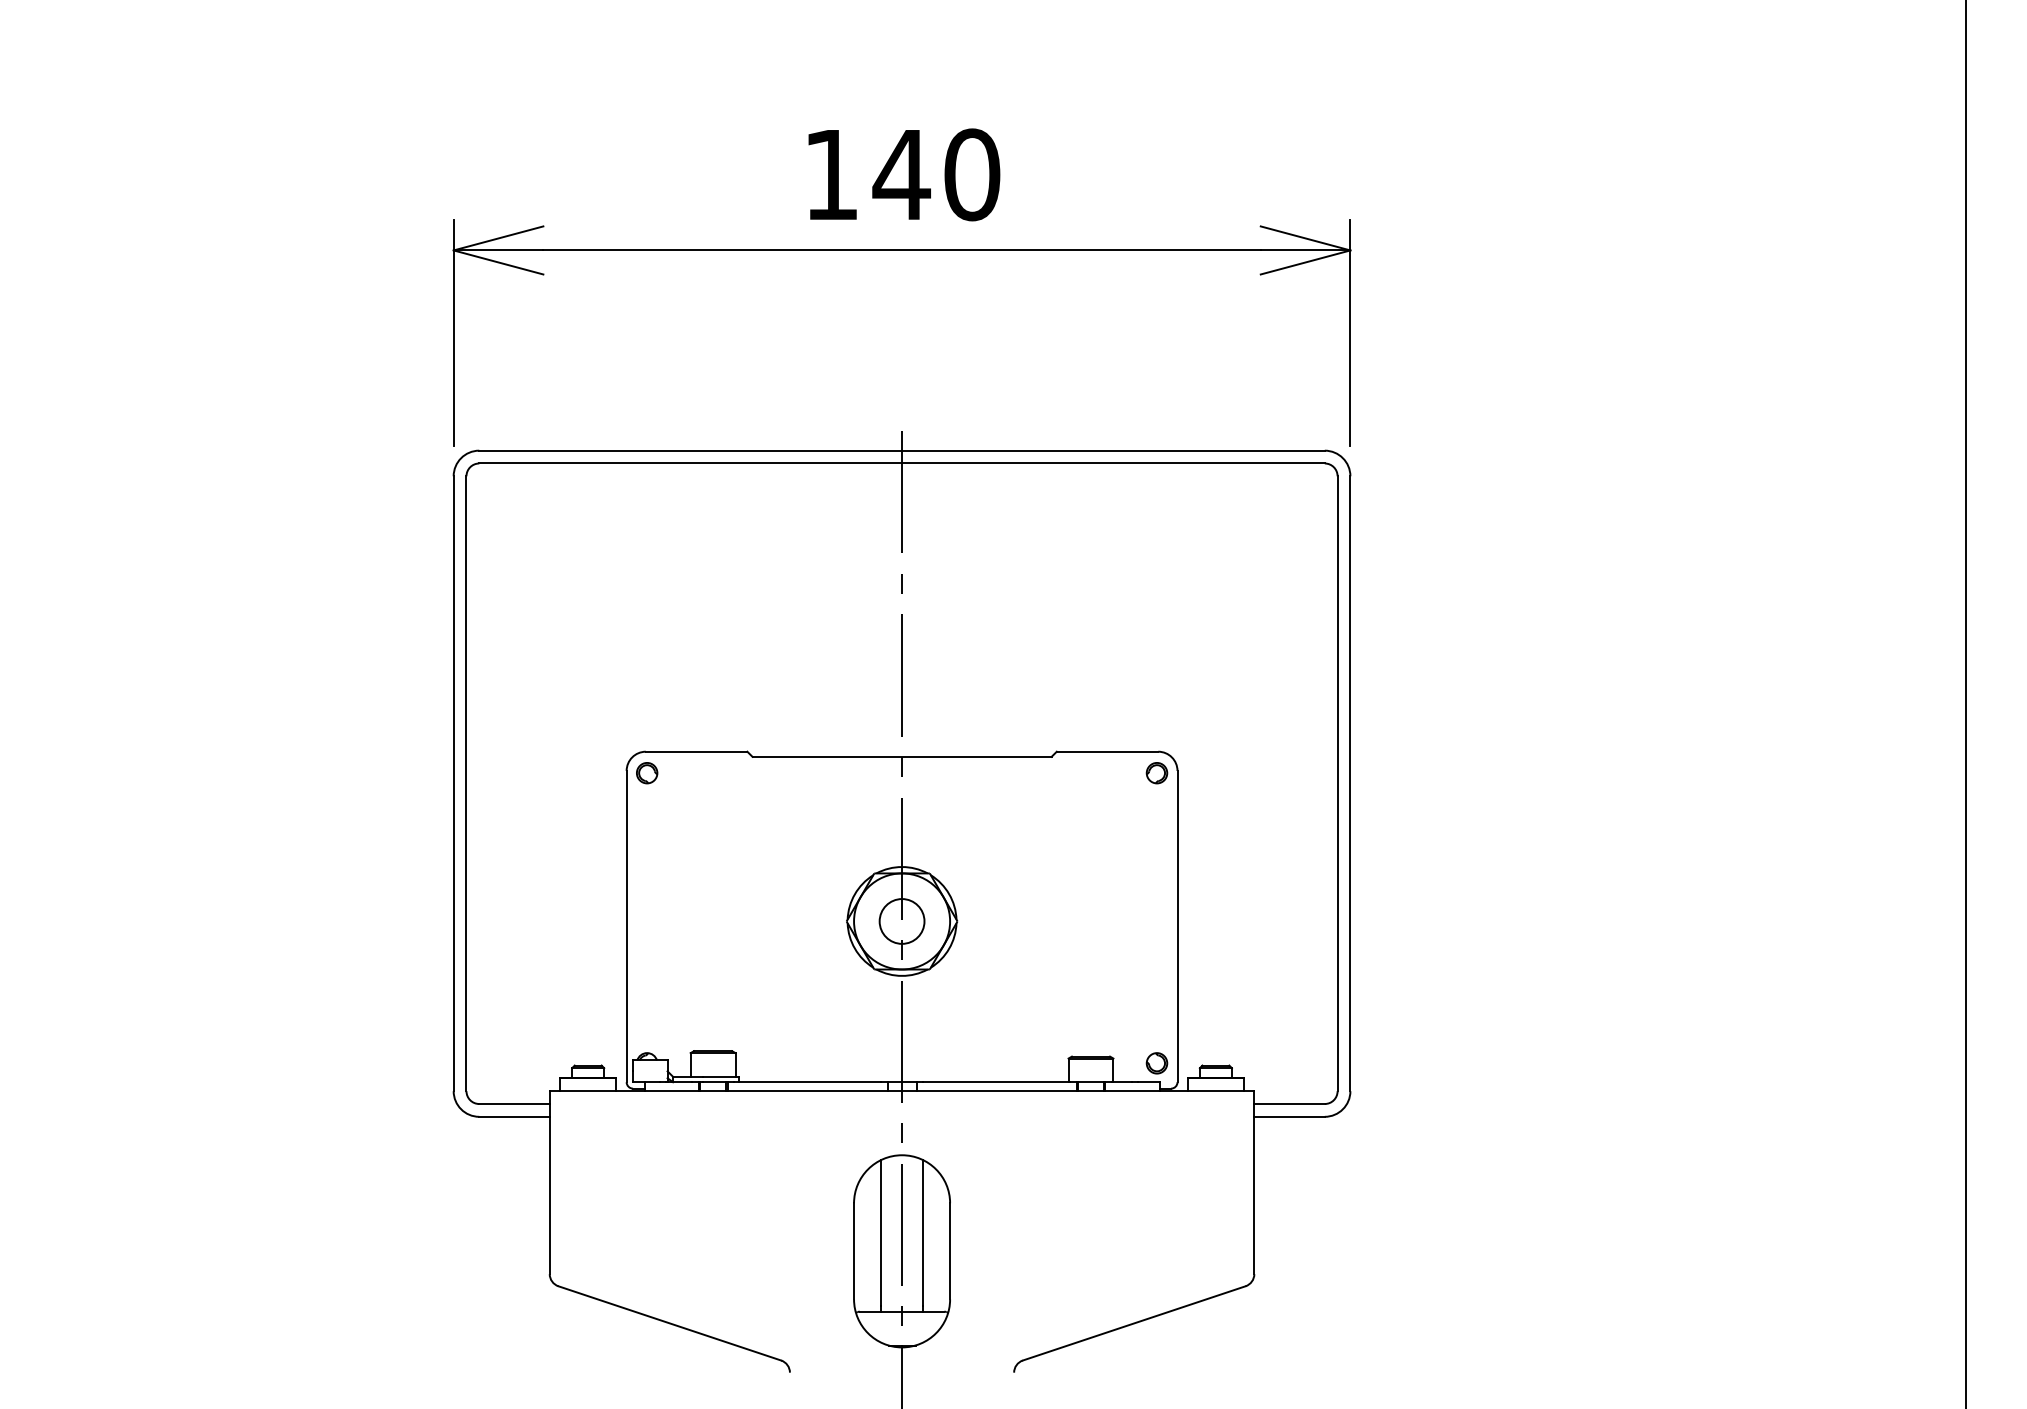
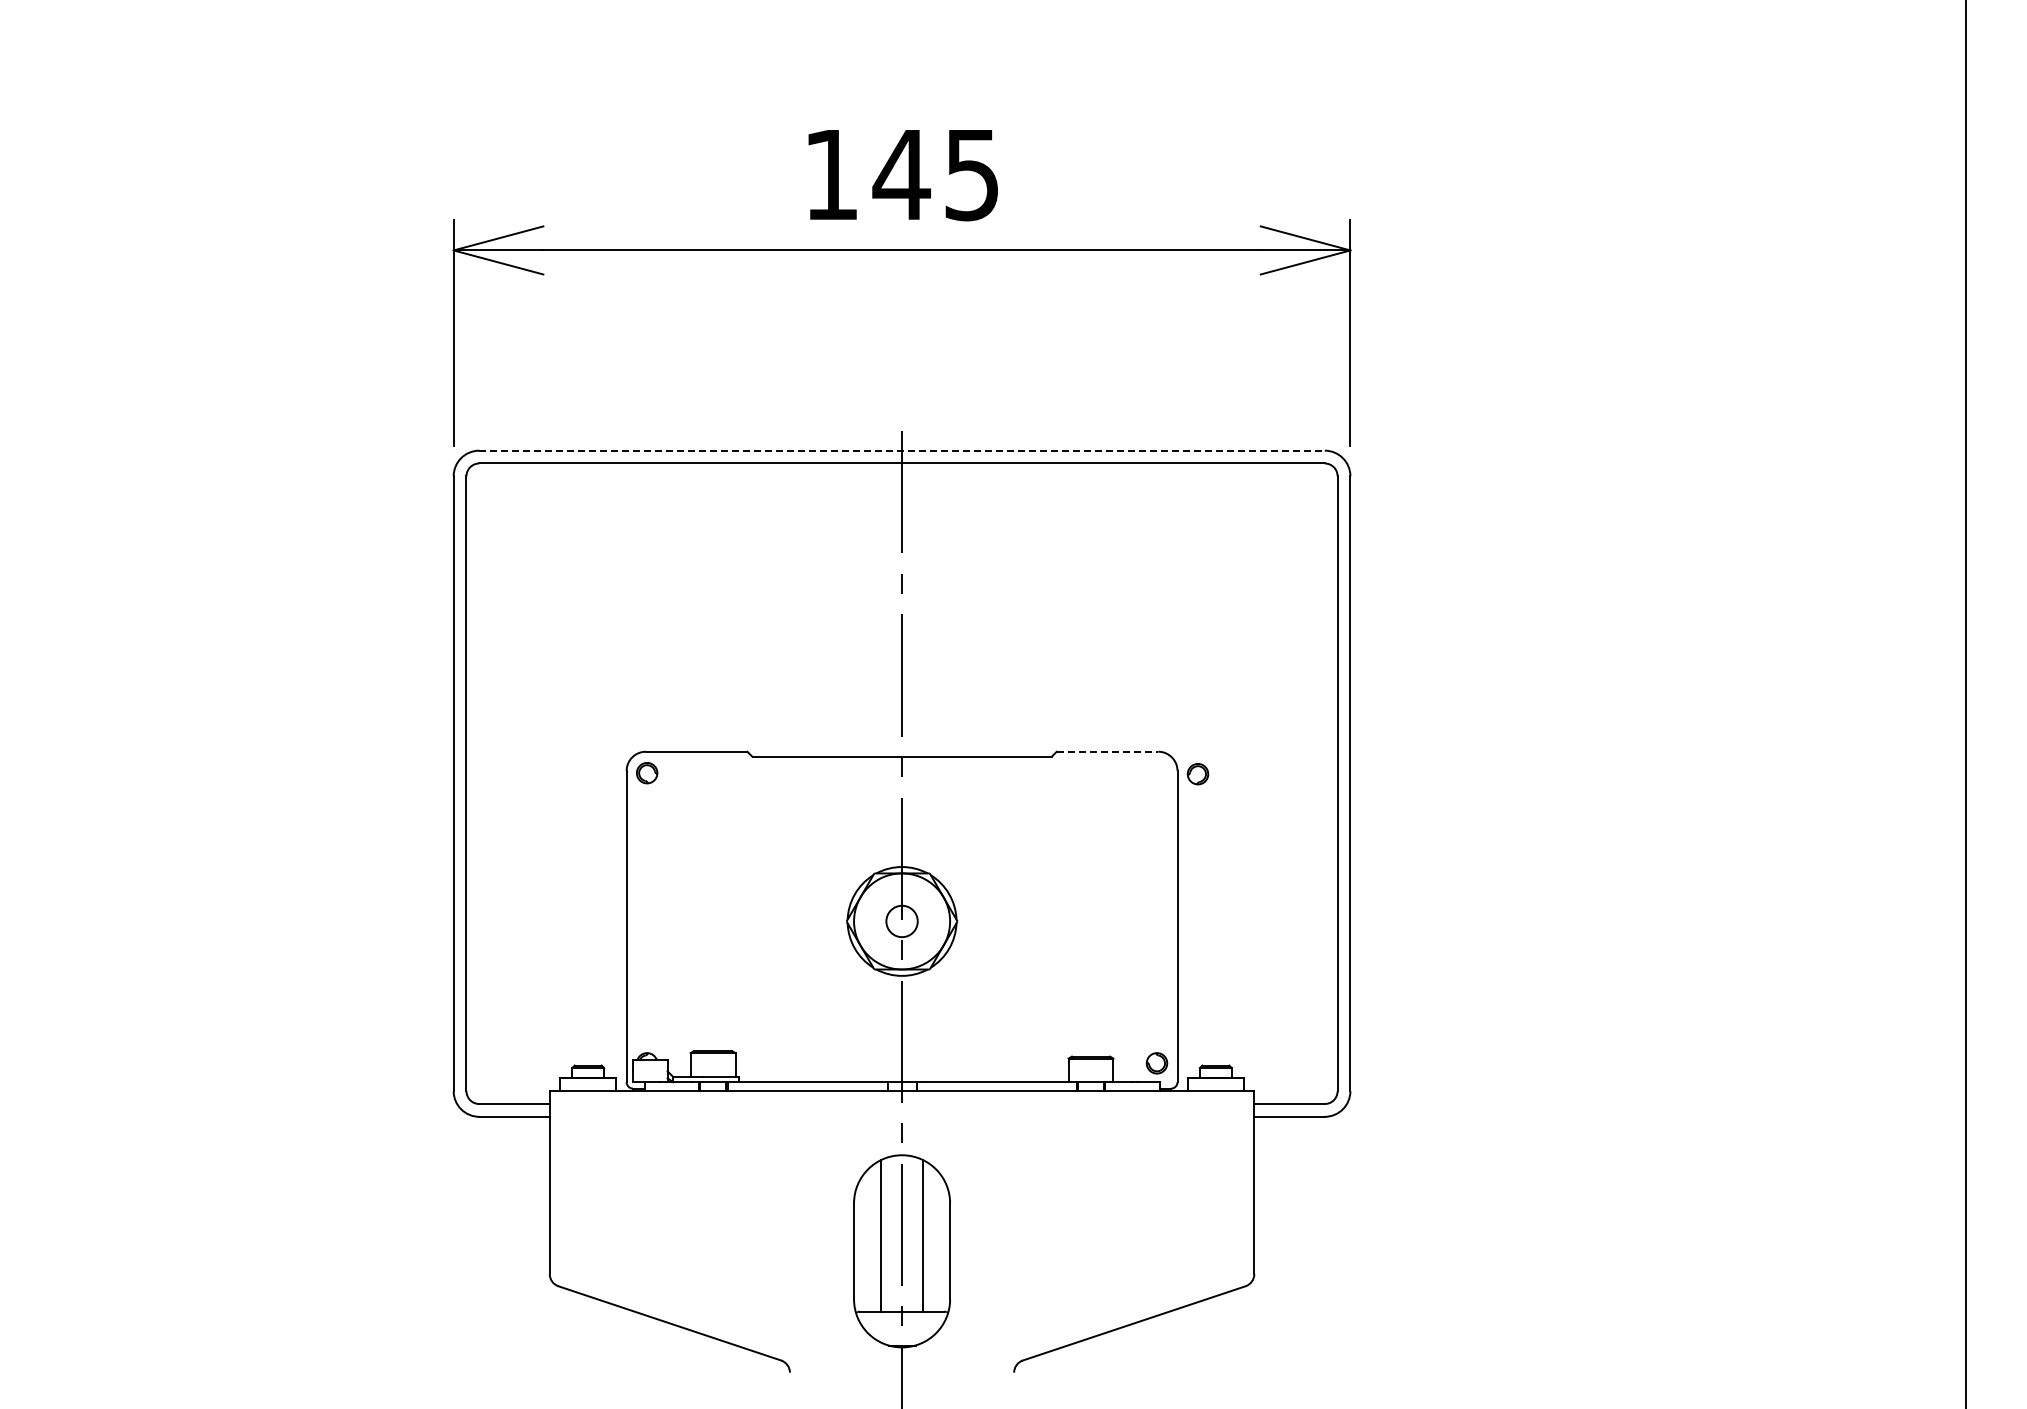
text at (972, 174): 140 -> 145
line at (902, 450): solid -> dashed
line at (1107, 751): solid -> dashed
part at (1156, 773) position: (1156, 773) -> (1197, 774)
circle at (901, 921) diameter: 45 px -> 31 px
